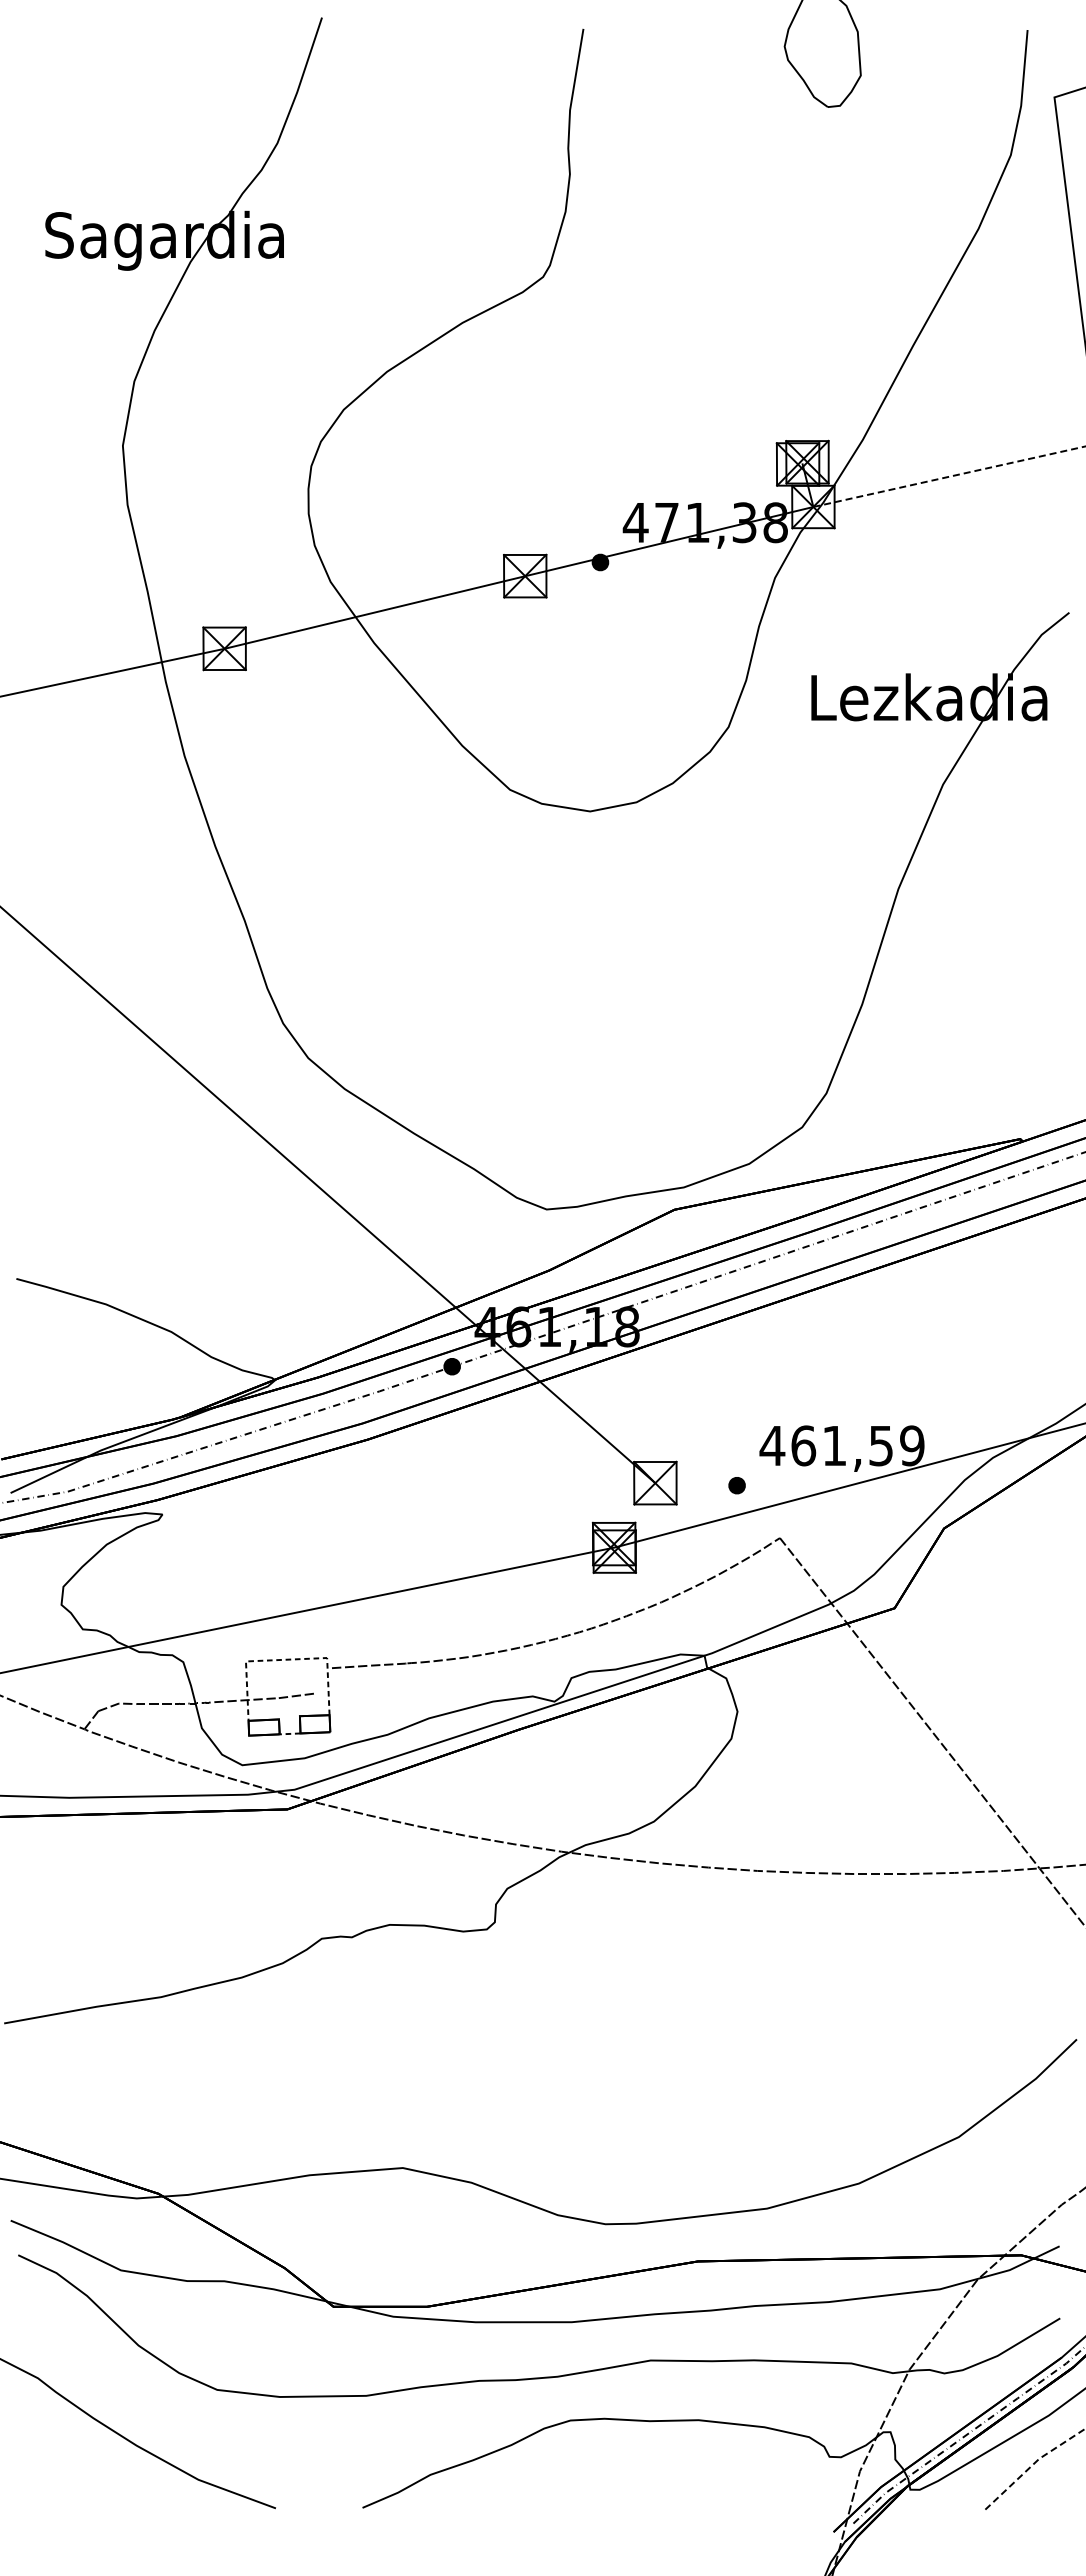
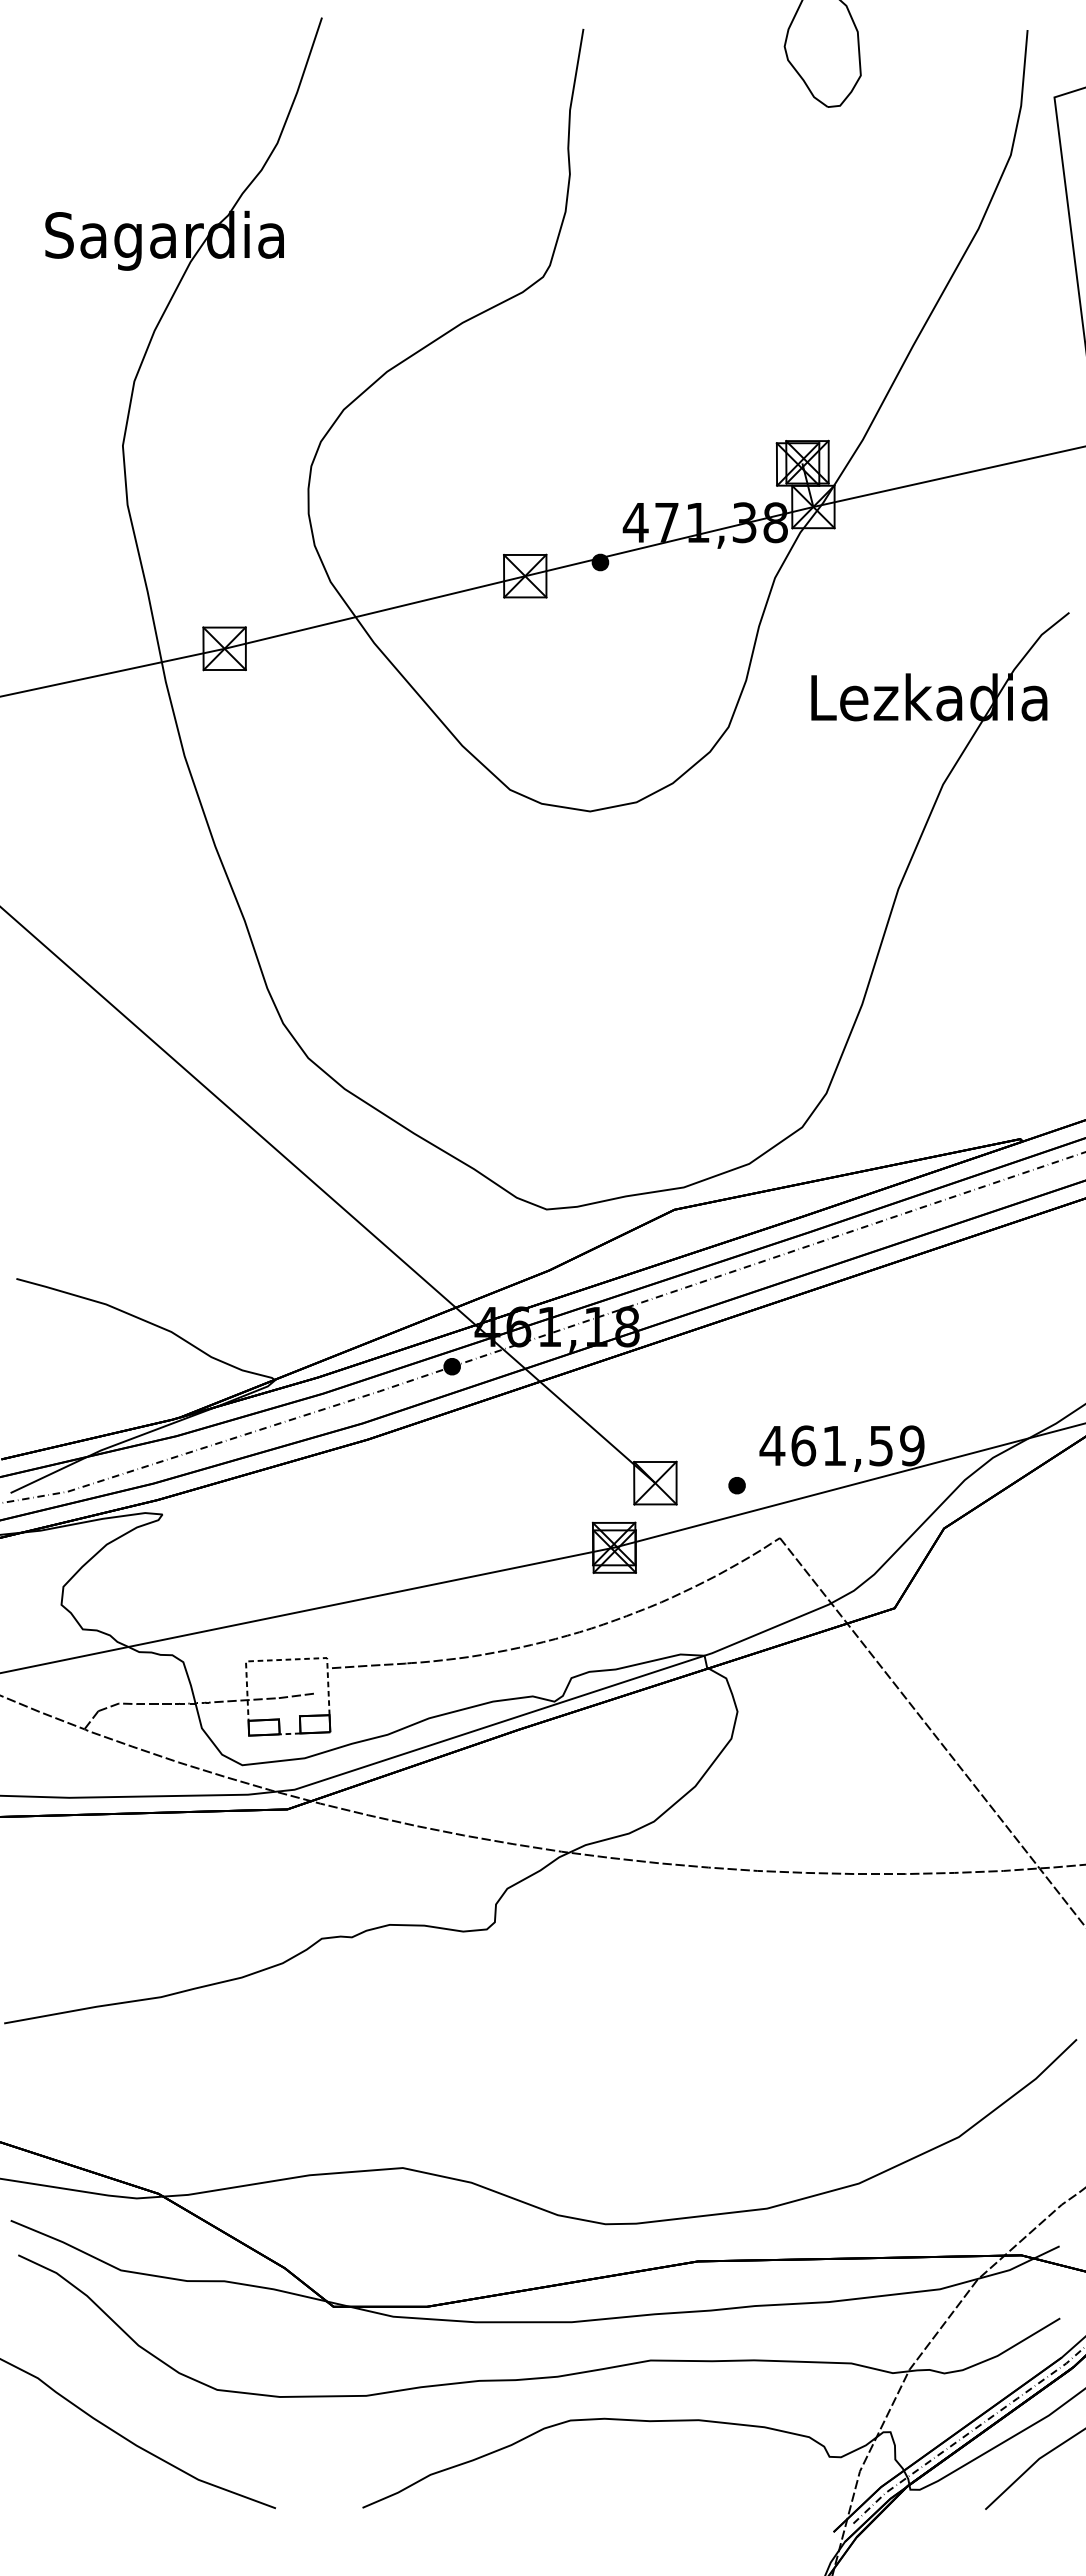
line at (950, 476): dashed -> solid
line at (1032, 2464): dashed -> solid
